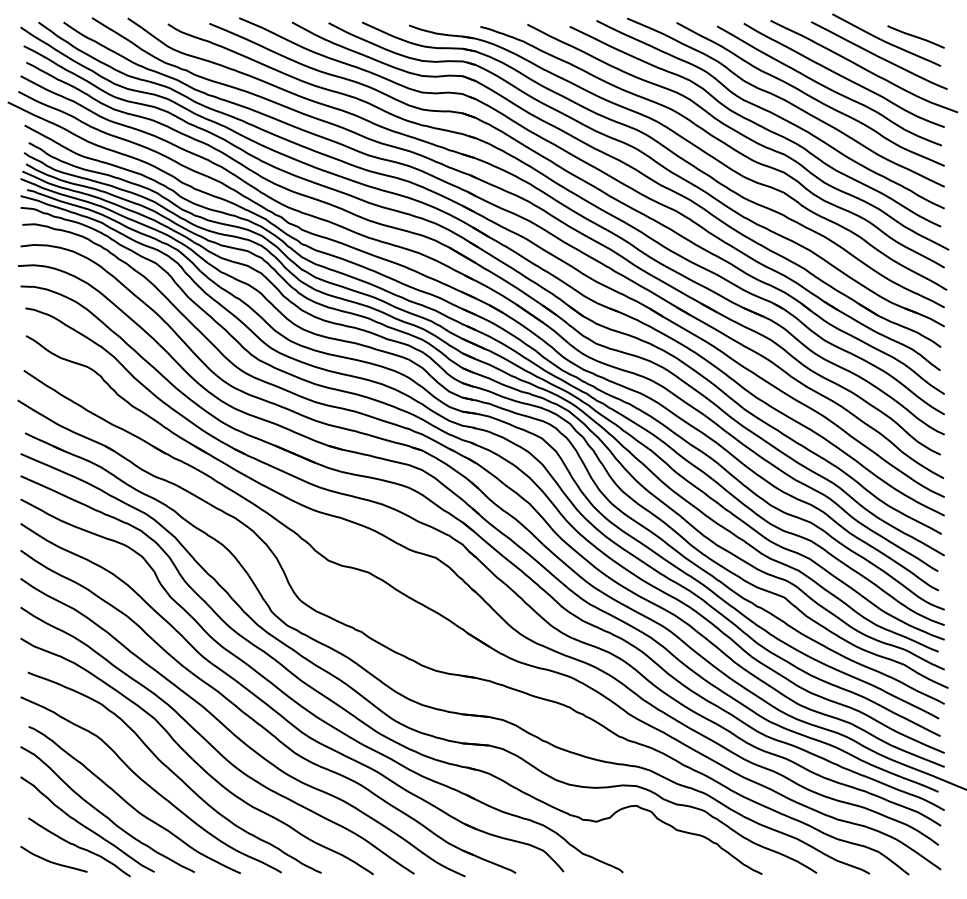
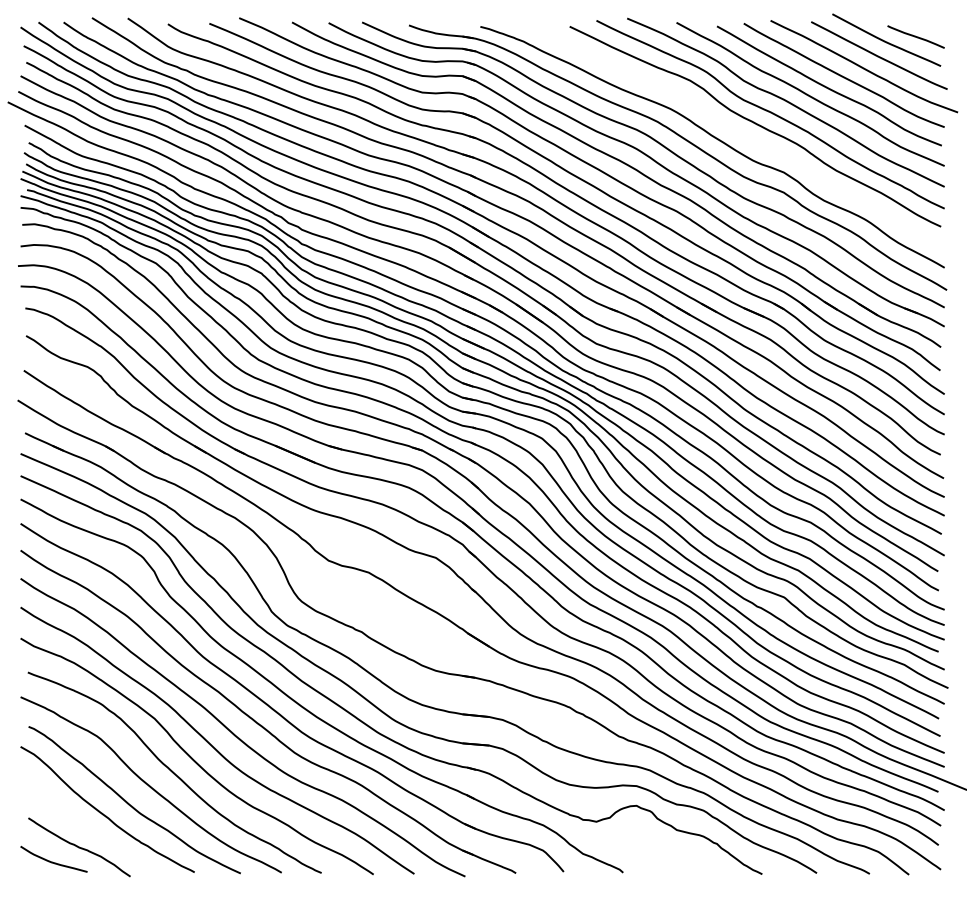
curve at (739, 134): present -> none
curve at (85, 825): present -> none
